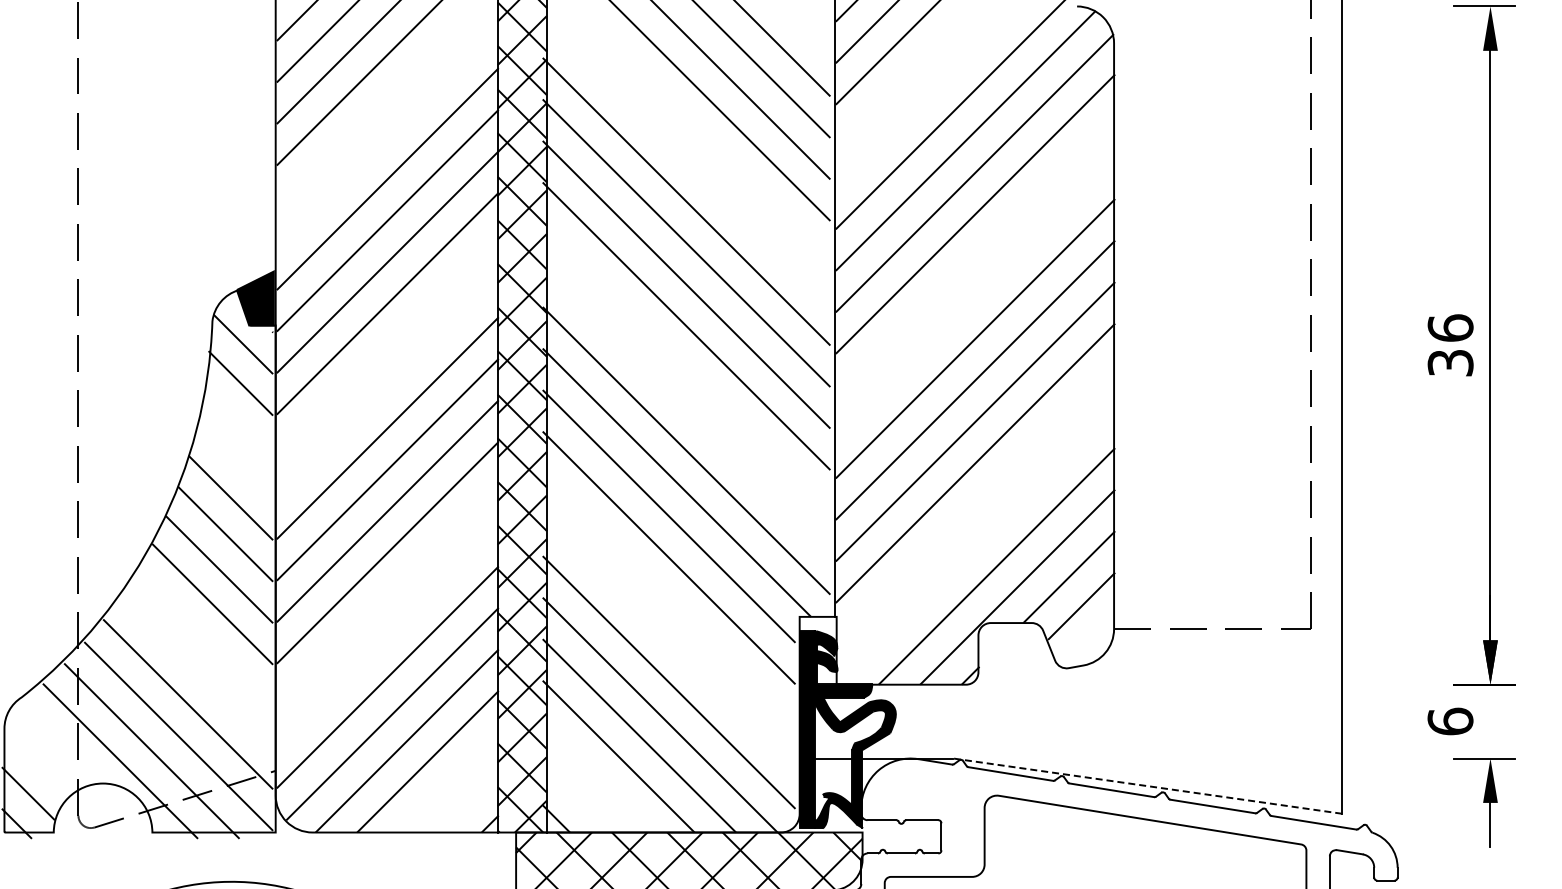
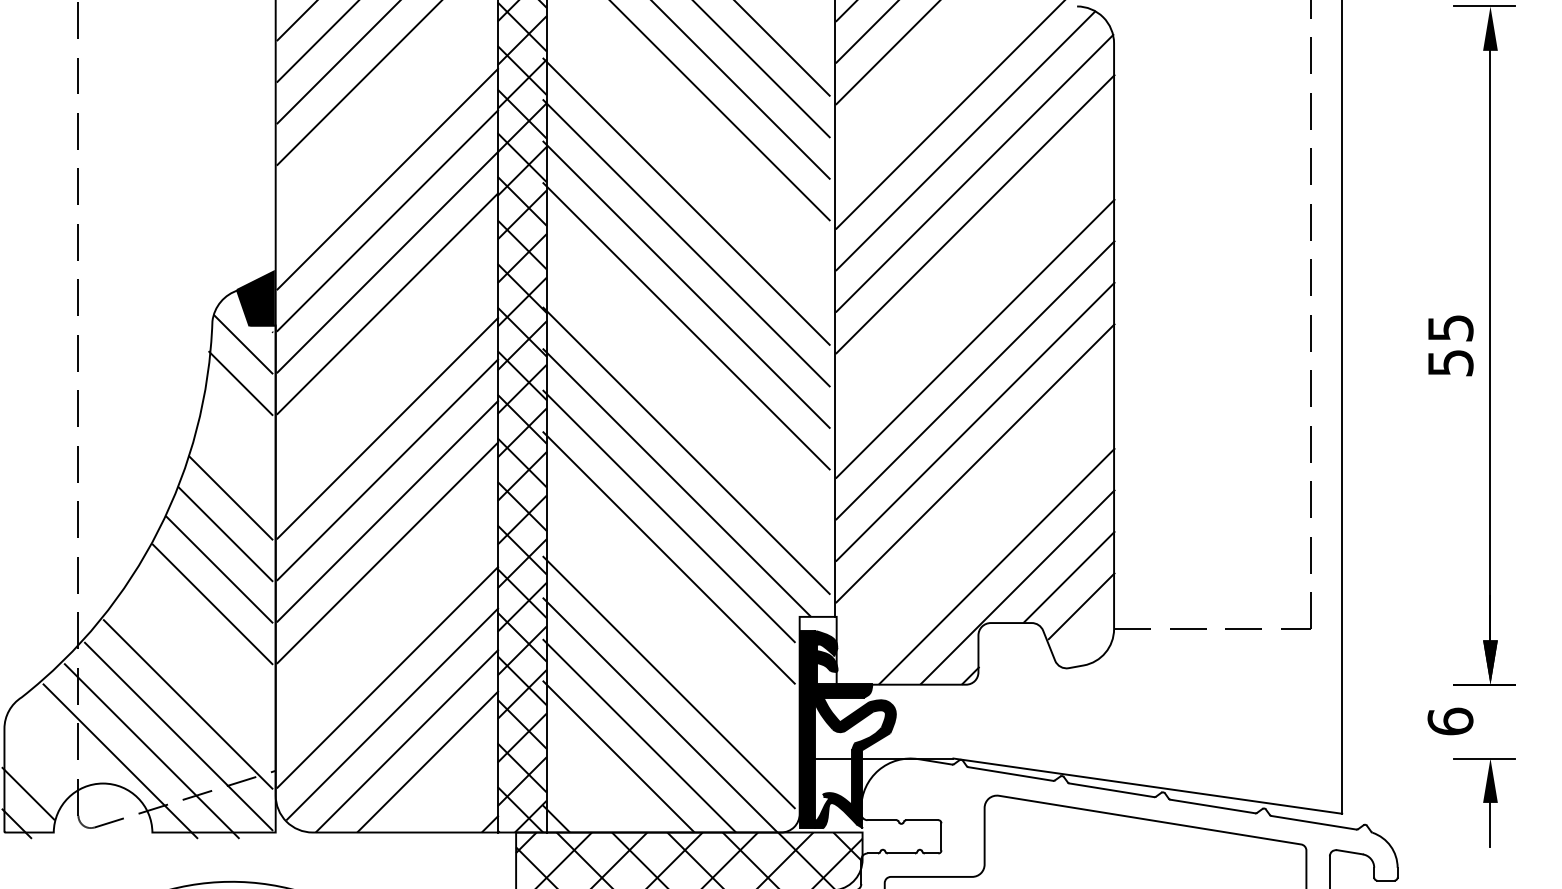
text at (1450, 344): 36 -> 55
line at (1147, 786): dashed -> solid
